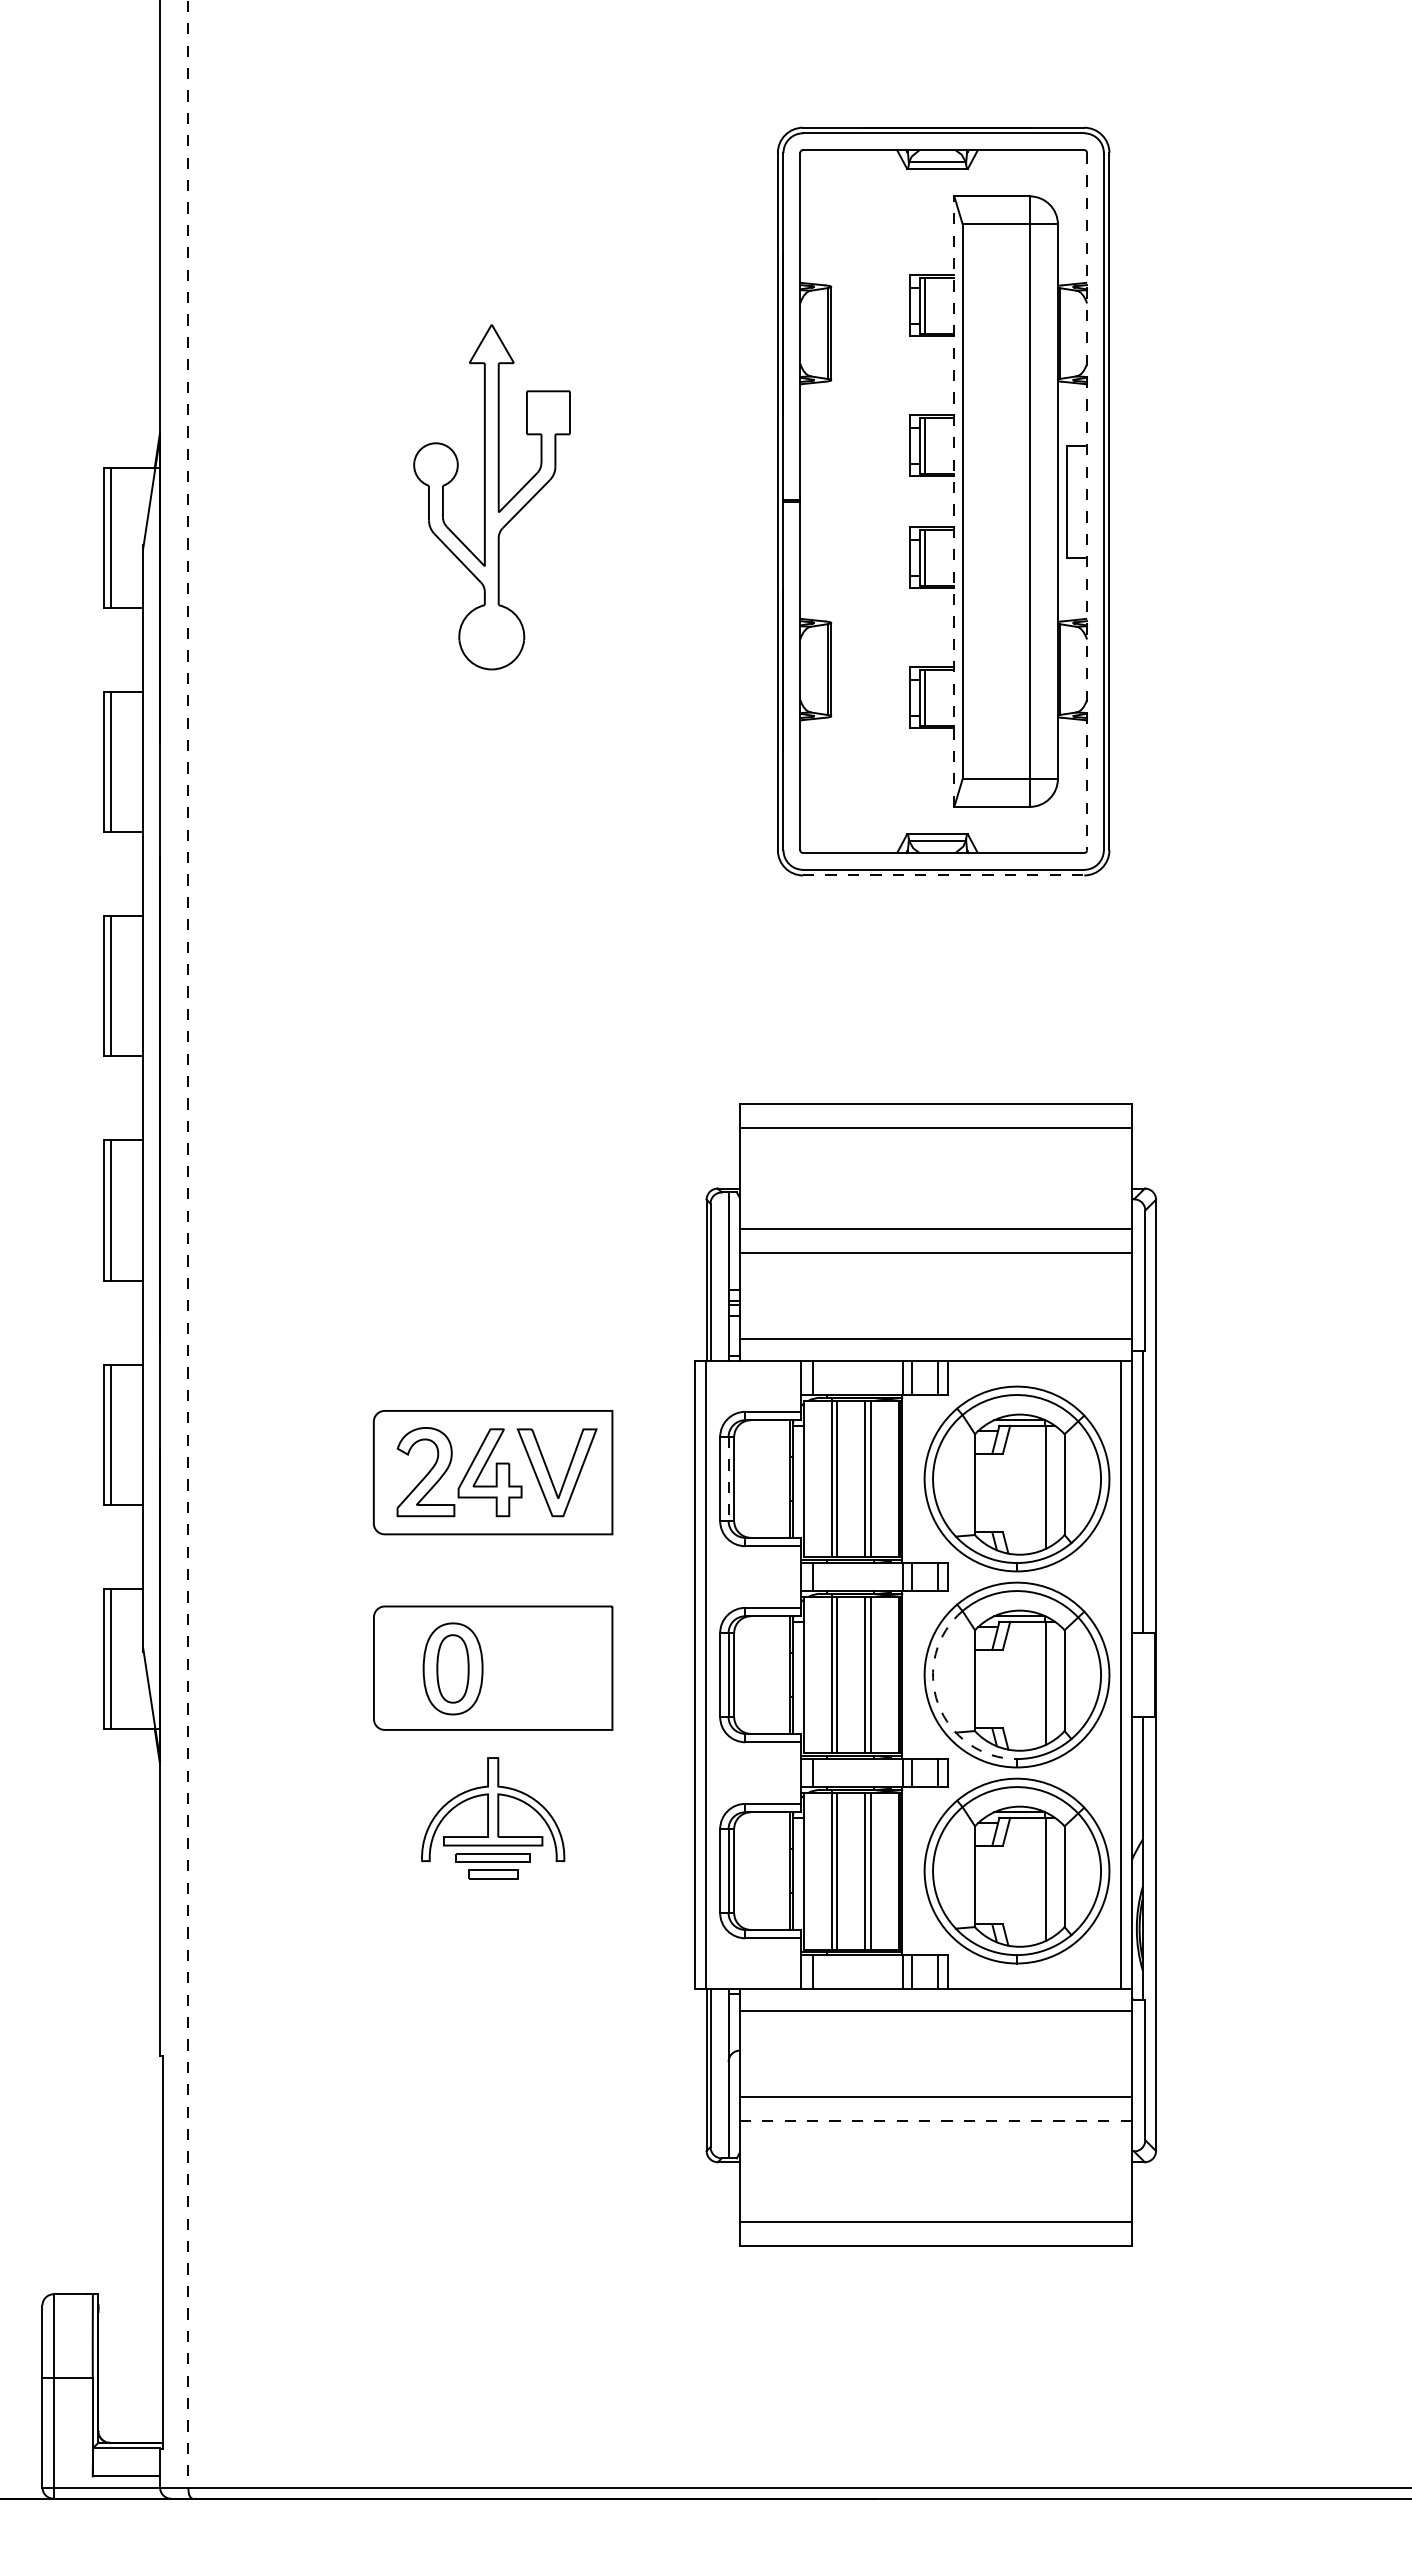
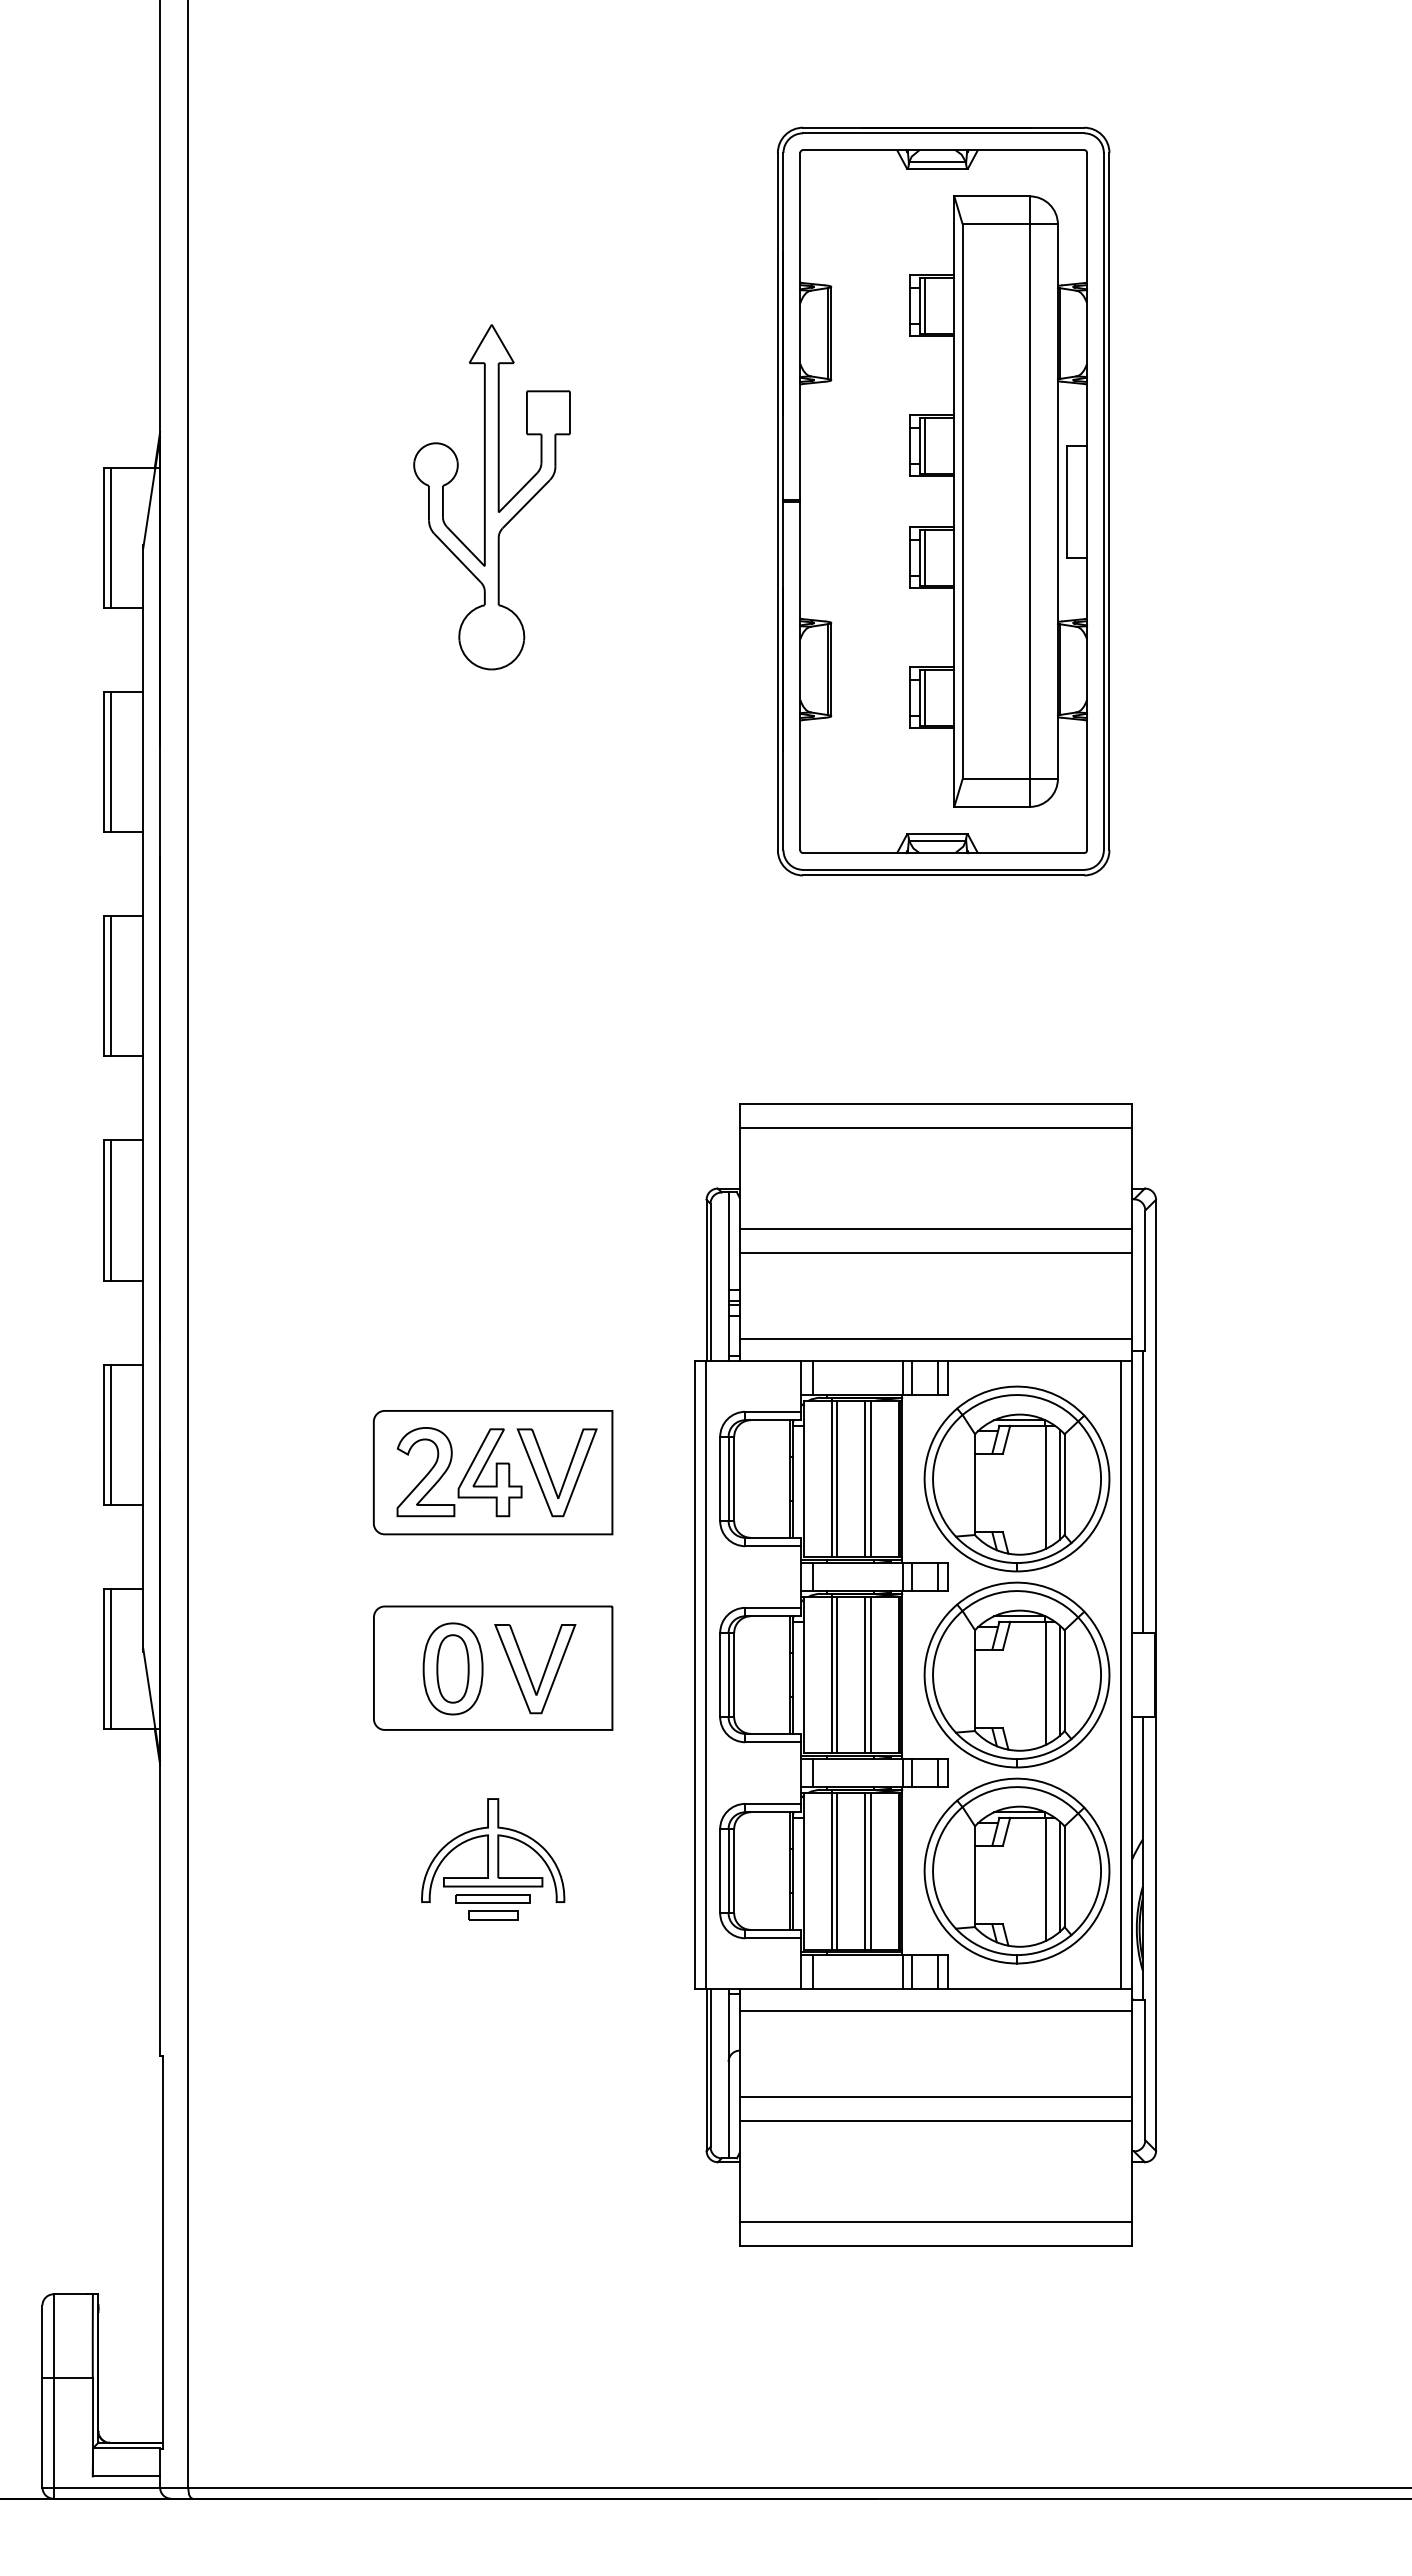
line at (954, 501): dashed -> solid
line at (1087, 501): dashed -> solid
line at (943, 875): dashed -> solid
line at (188, 1244): dashed -> solid
line at (728, 1479): dashed -> solid
line at (1059, 1484): none -> present
part at (529, 1673): none -> present
line at (1059, 1680): none -> present
arc at (938, 1704): dashed -> solid
part at (493, 1818) position: (493, 1818) -> (493, 1859)
line at (1059, 1876): none -> present
line at (936, 2120): dashed -> solid
